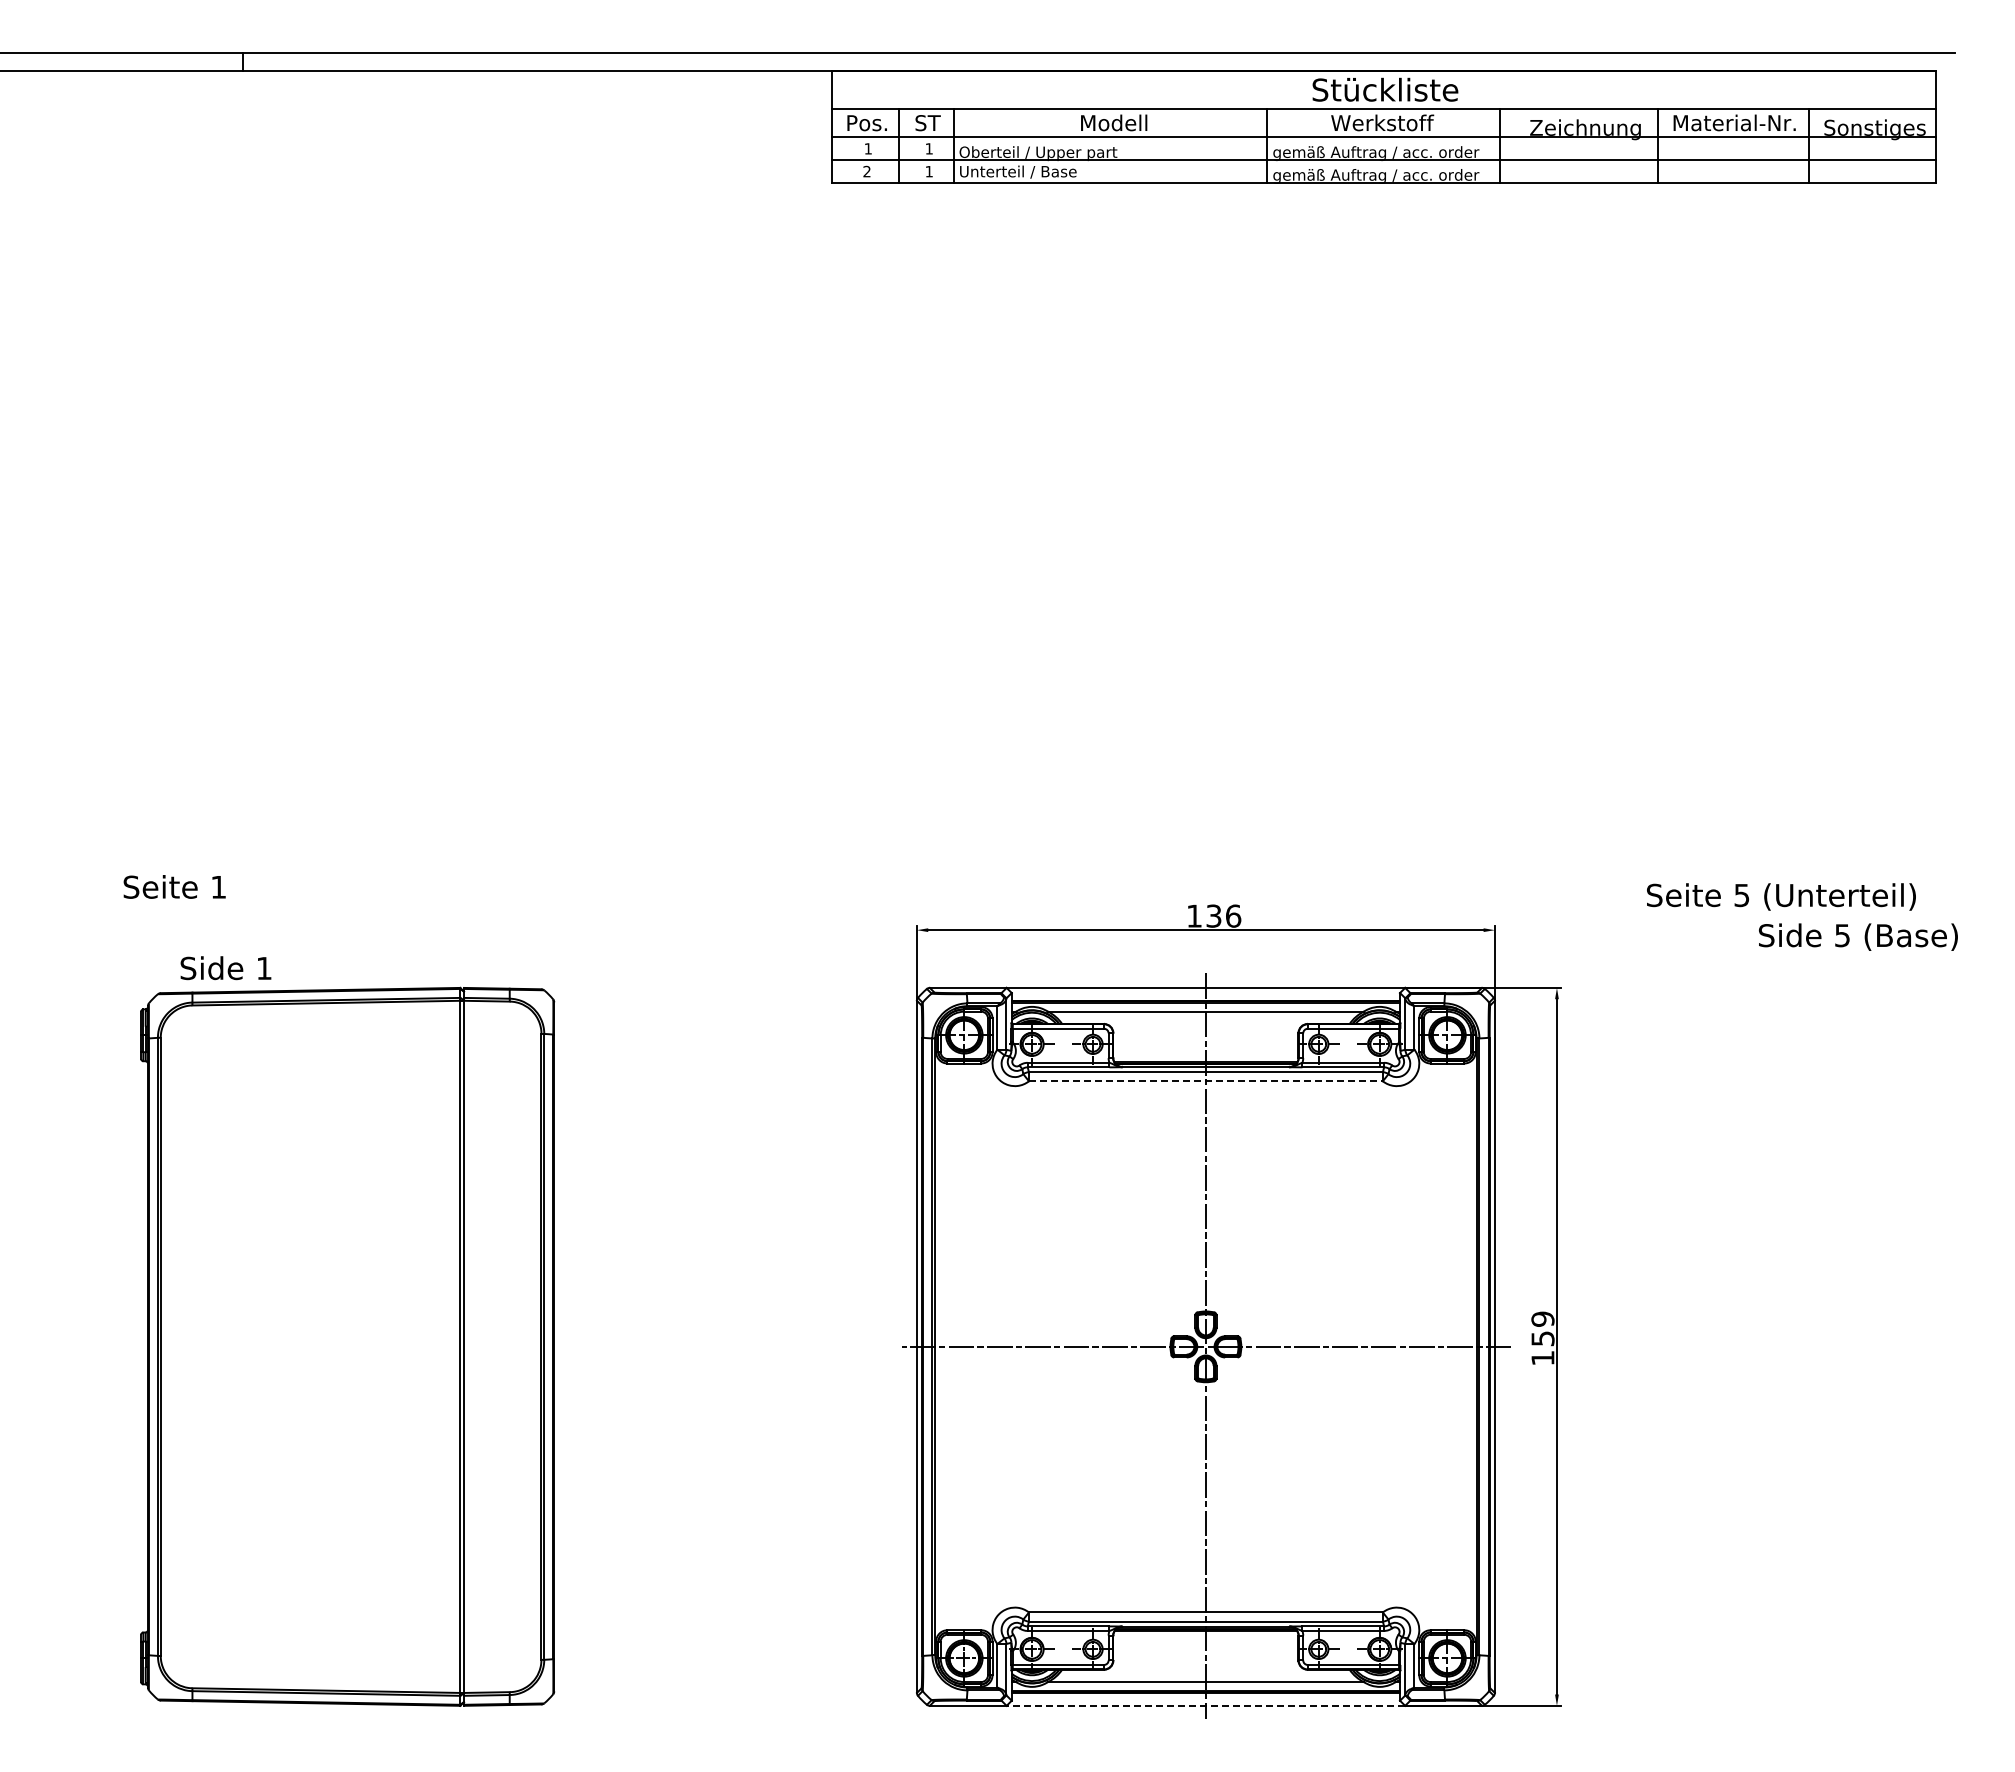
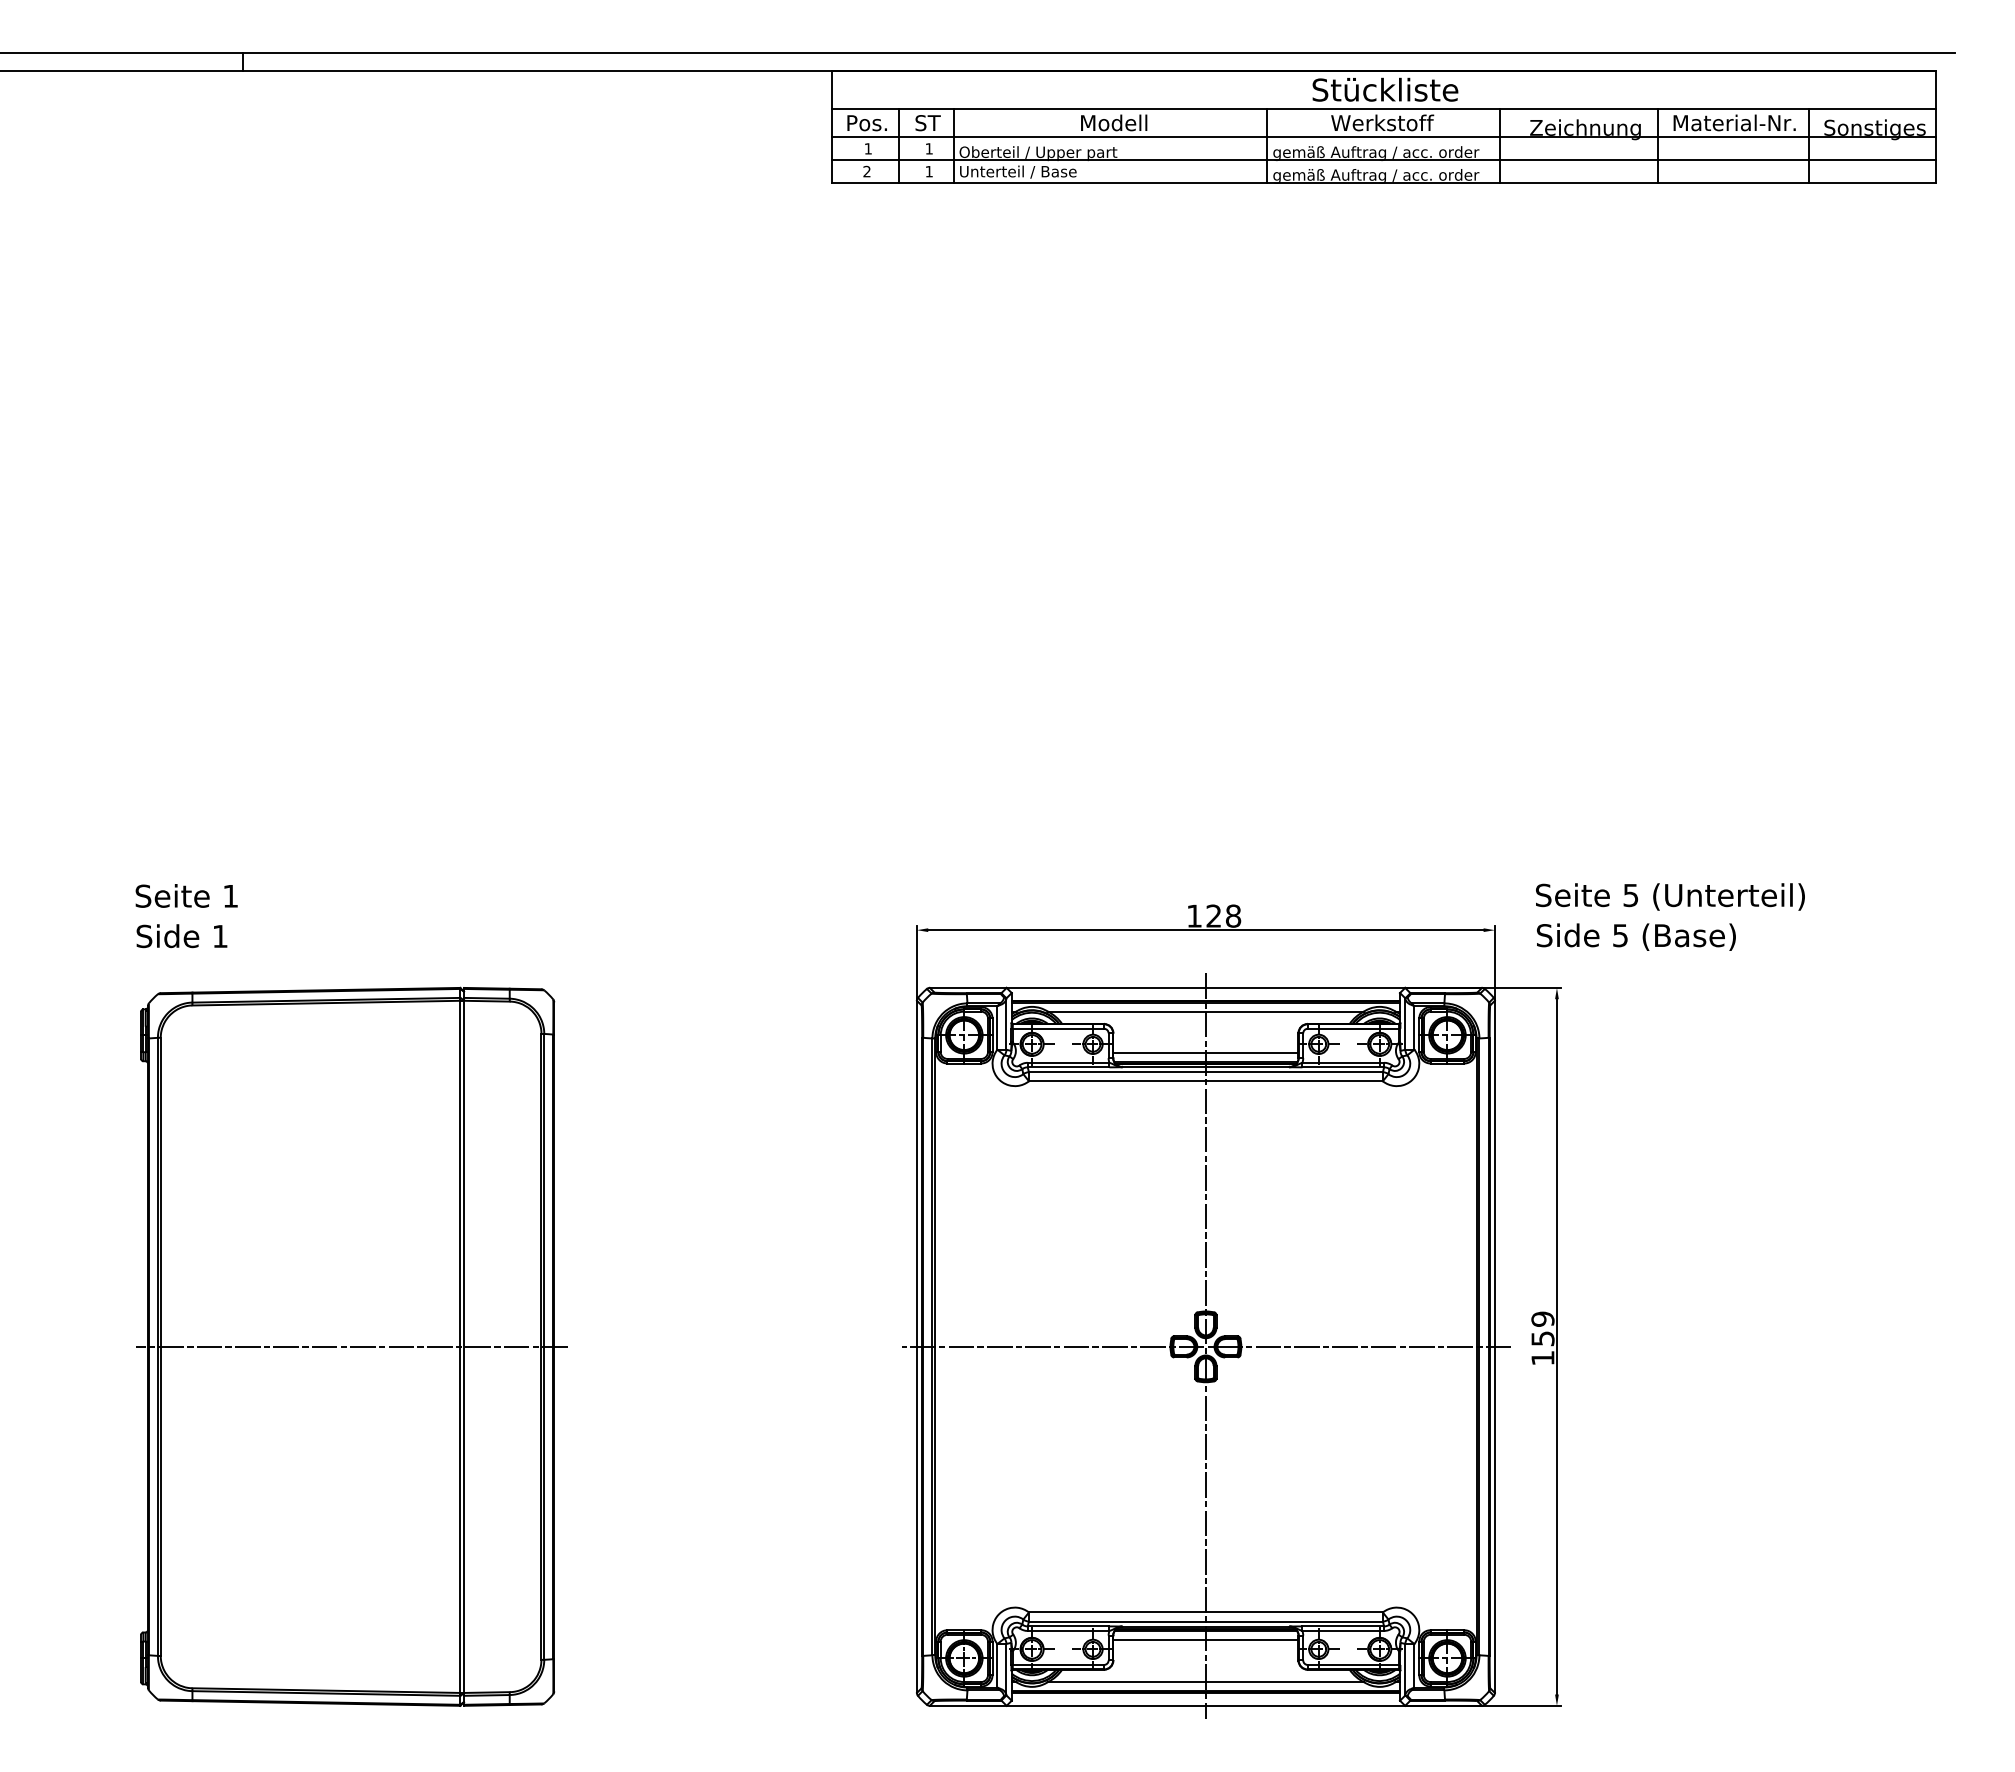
text at (174, 886) position: (174, 886) -> (186, 895)
text at (1781, 896) position: (1781, 896) -> (1670, 896)
text at (1223, 915): 136 -> 128
text at (1858, 936) position: (1858, 936) -> (1636, 936)
text at (225, 968) position: (225, 968) -> (181, 936)
line at (1205, 1053): none -> present
line at (1205, 1081): dashed -> solid
line at (351, 1346): none -> present
line at (1205, 1640): none -> present
line at (1205, 1705): dashed -> solid
